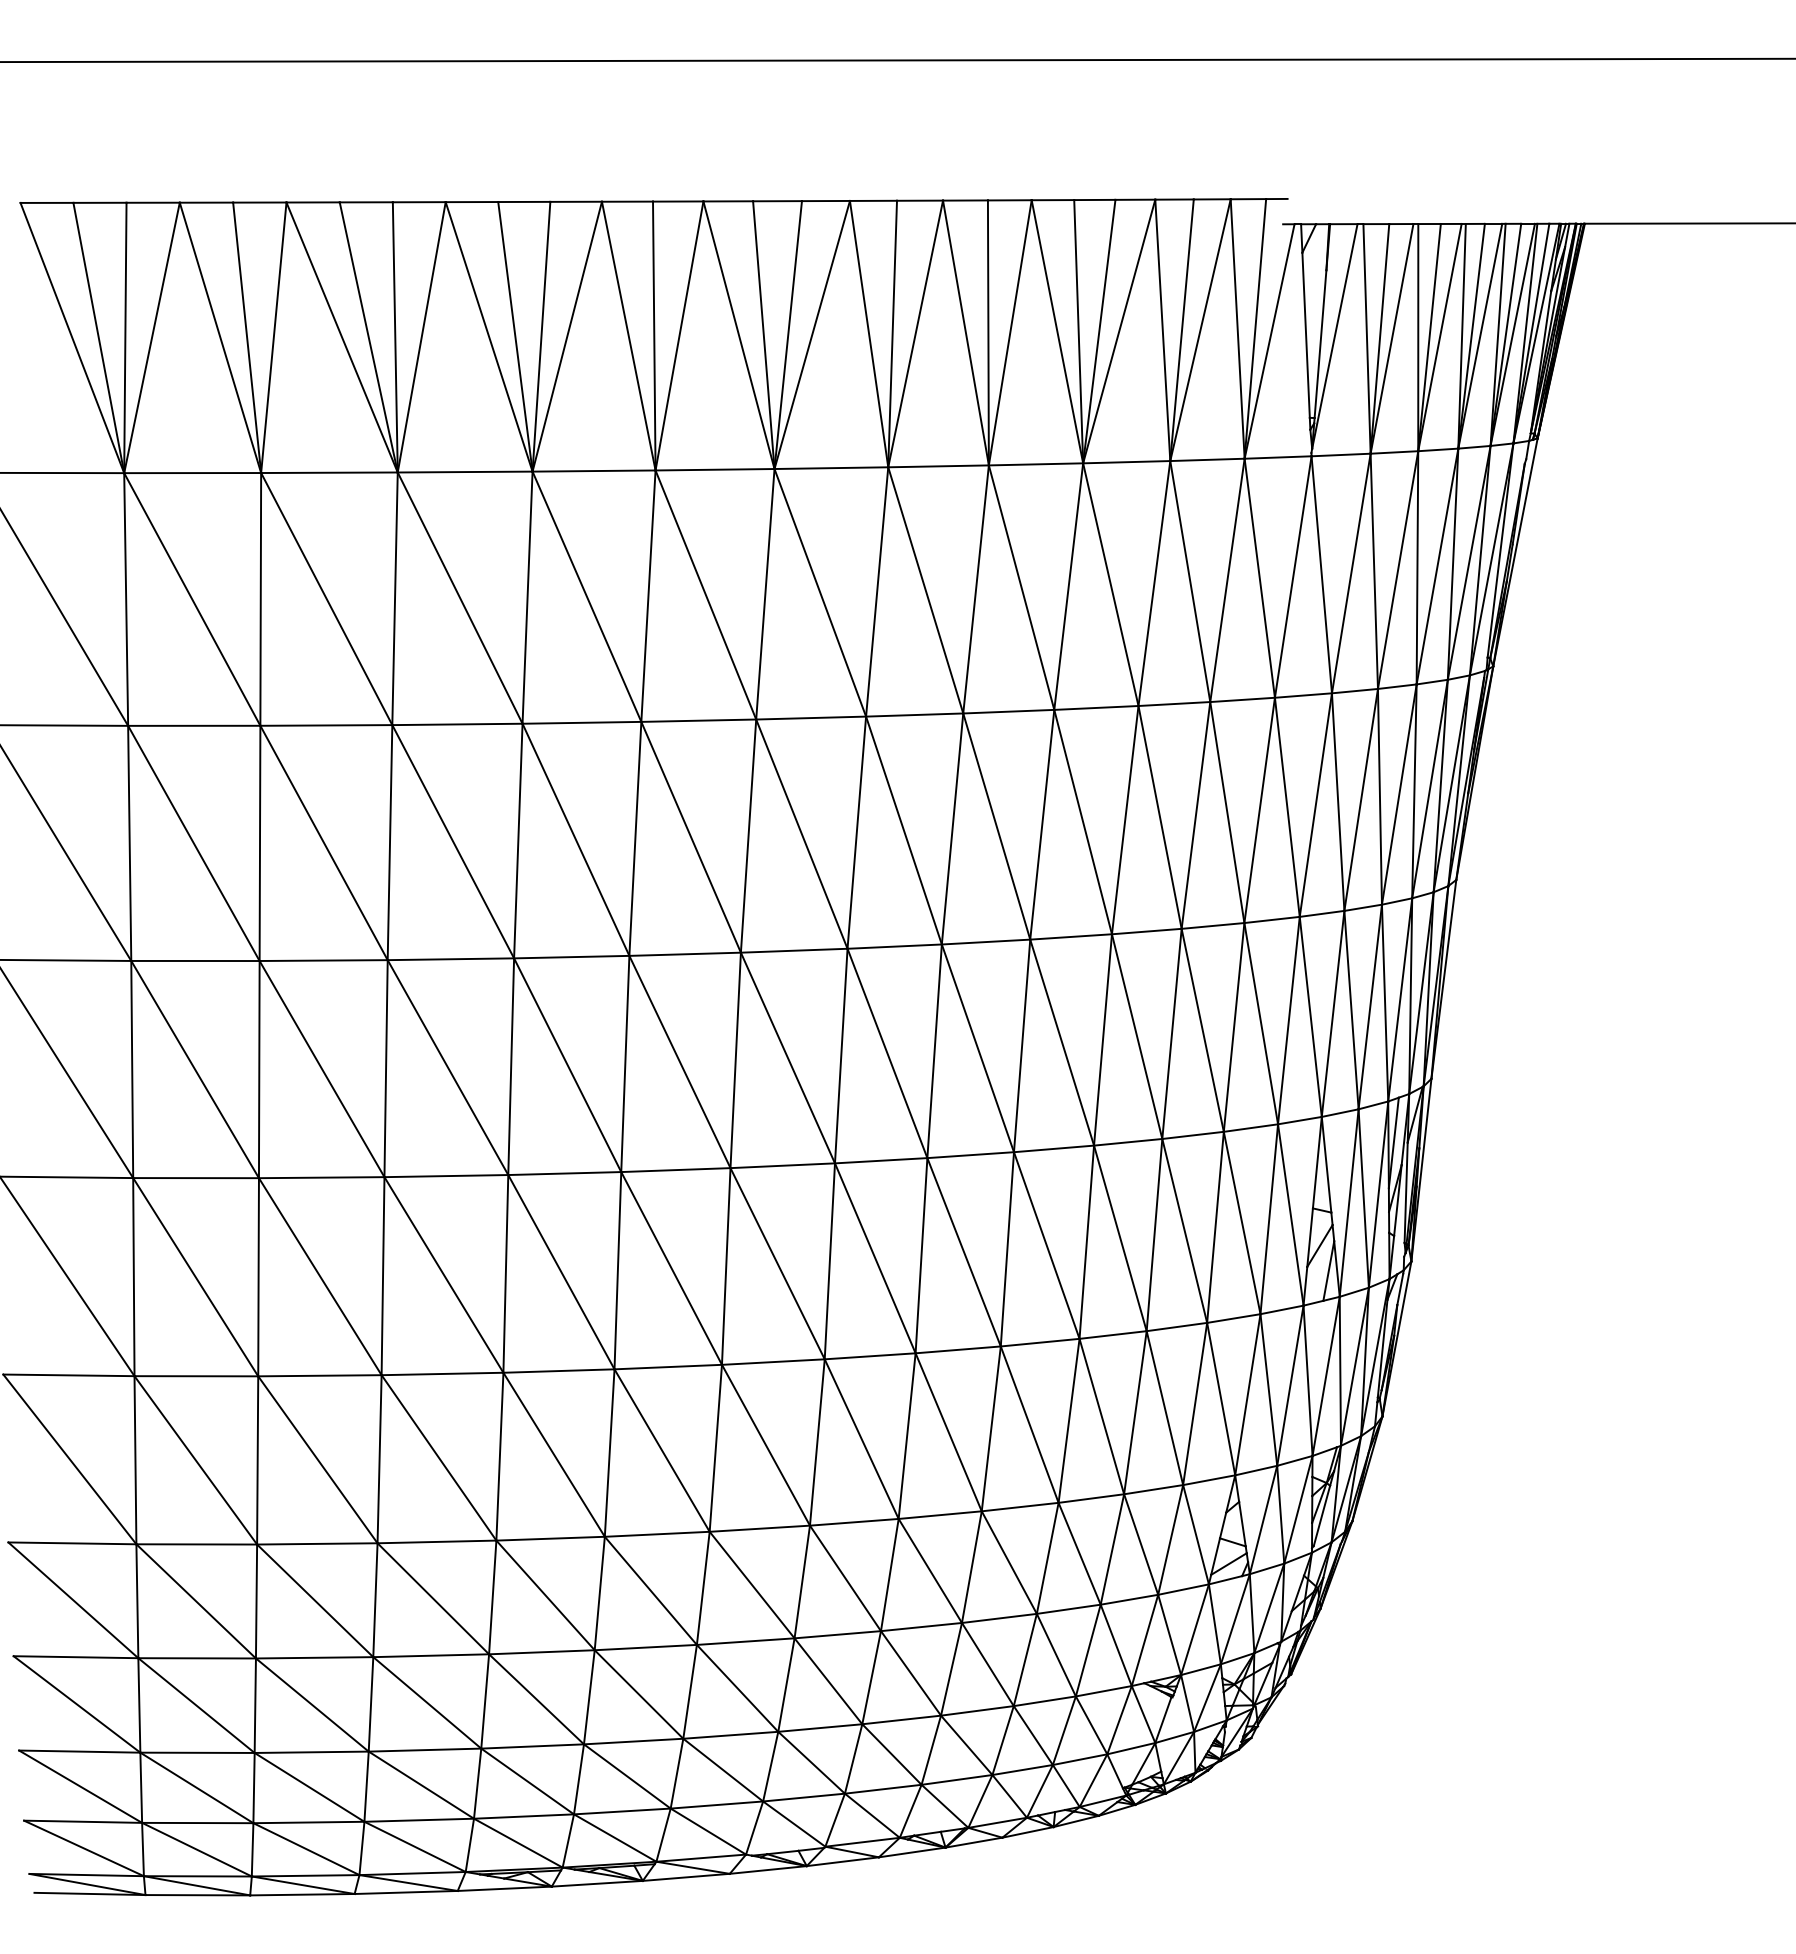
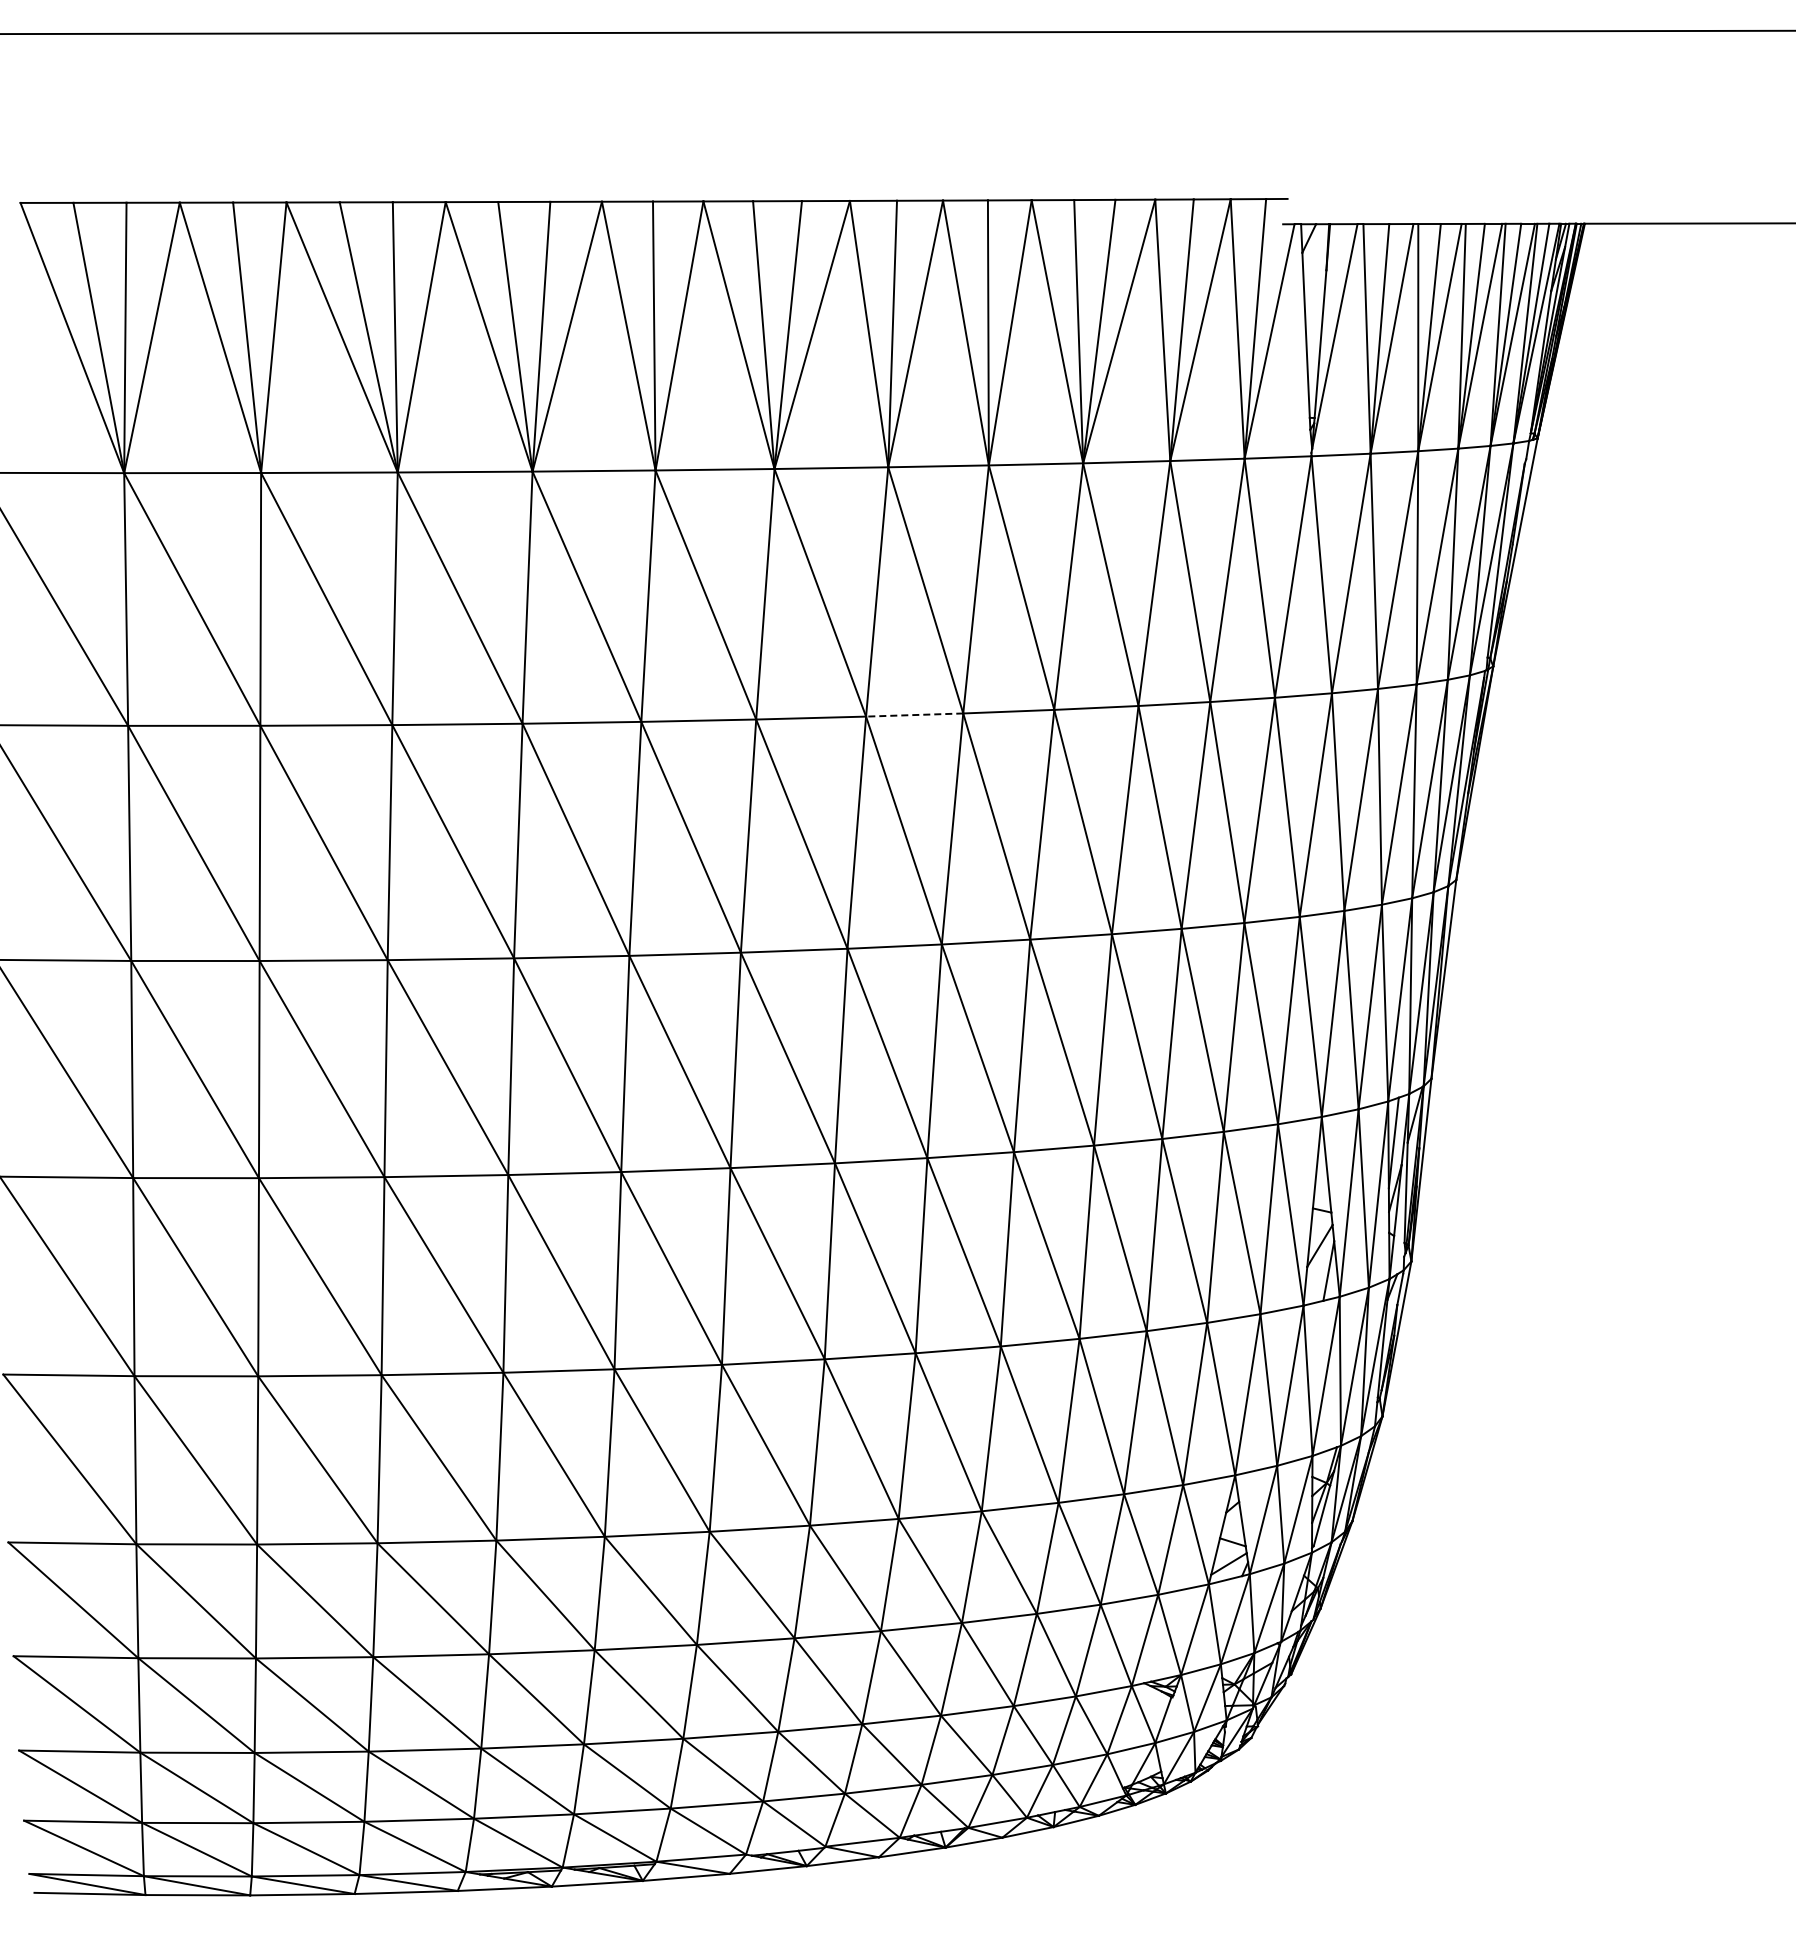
line at (897, 60) position: (897, 60) -> (897, 32)
line at (914, 715): solid -> dashed
